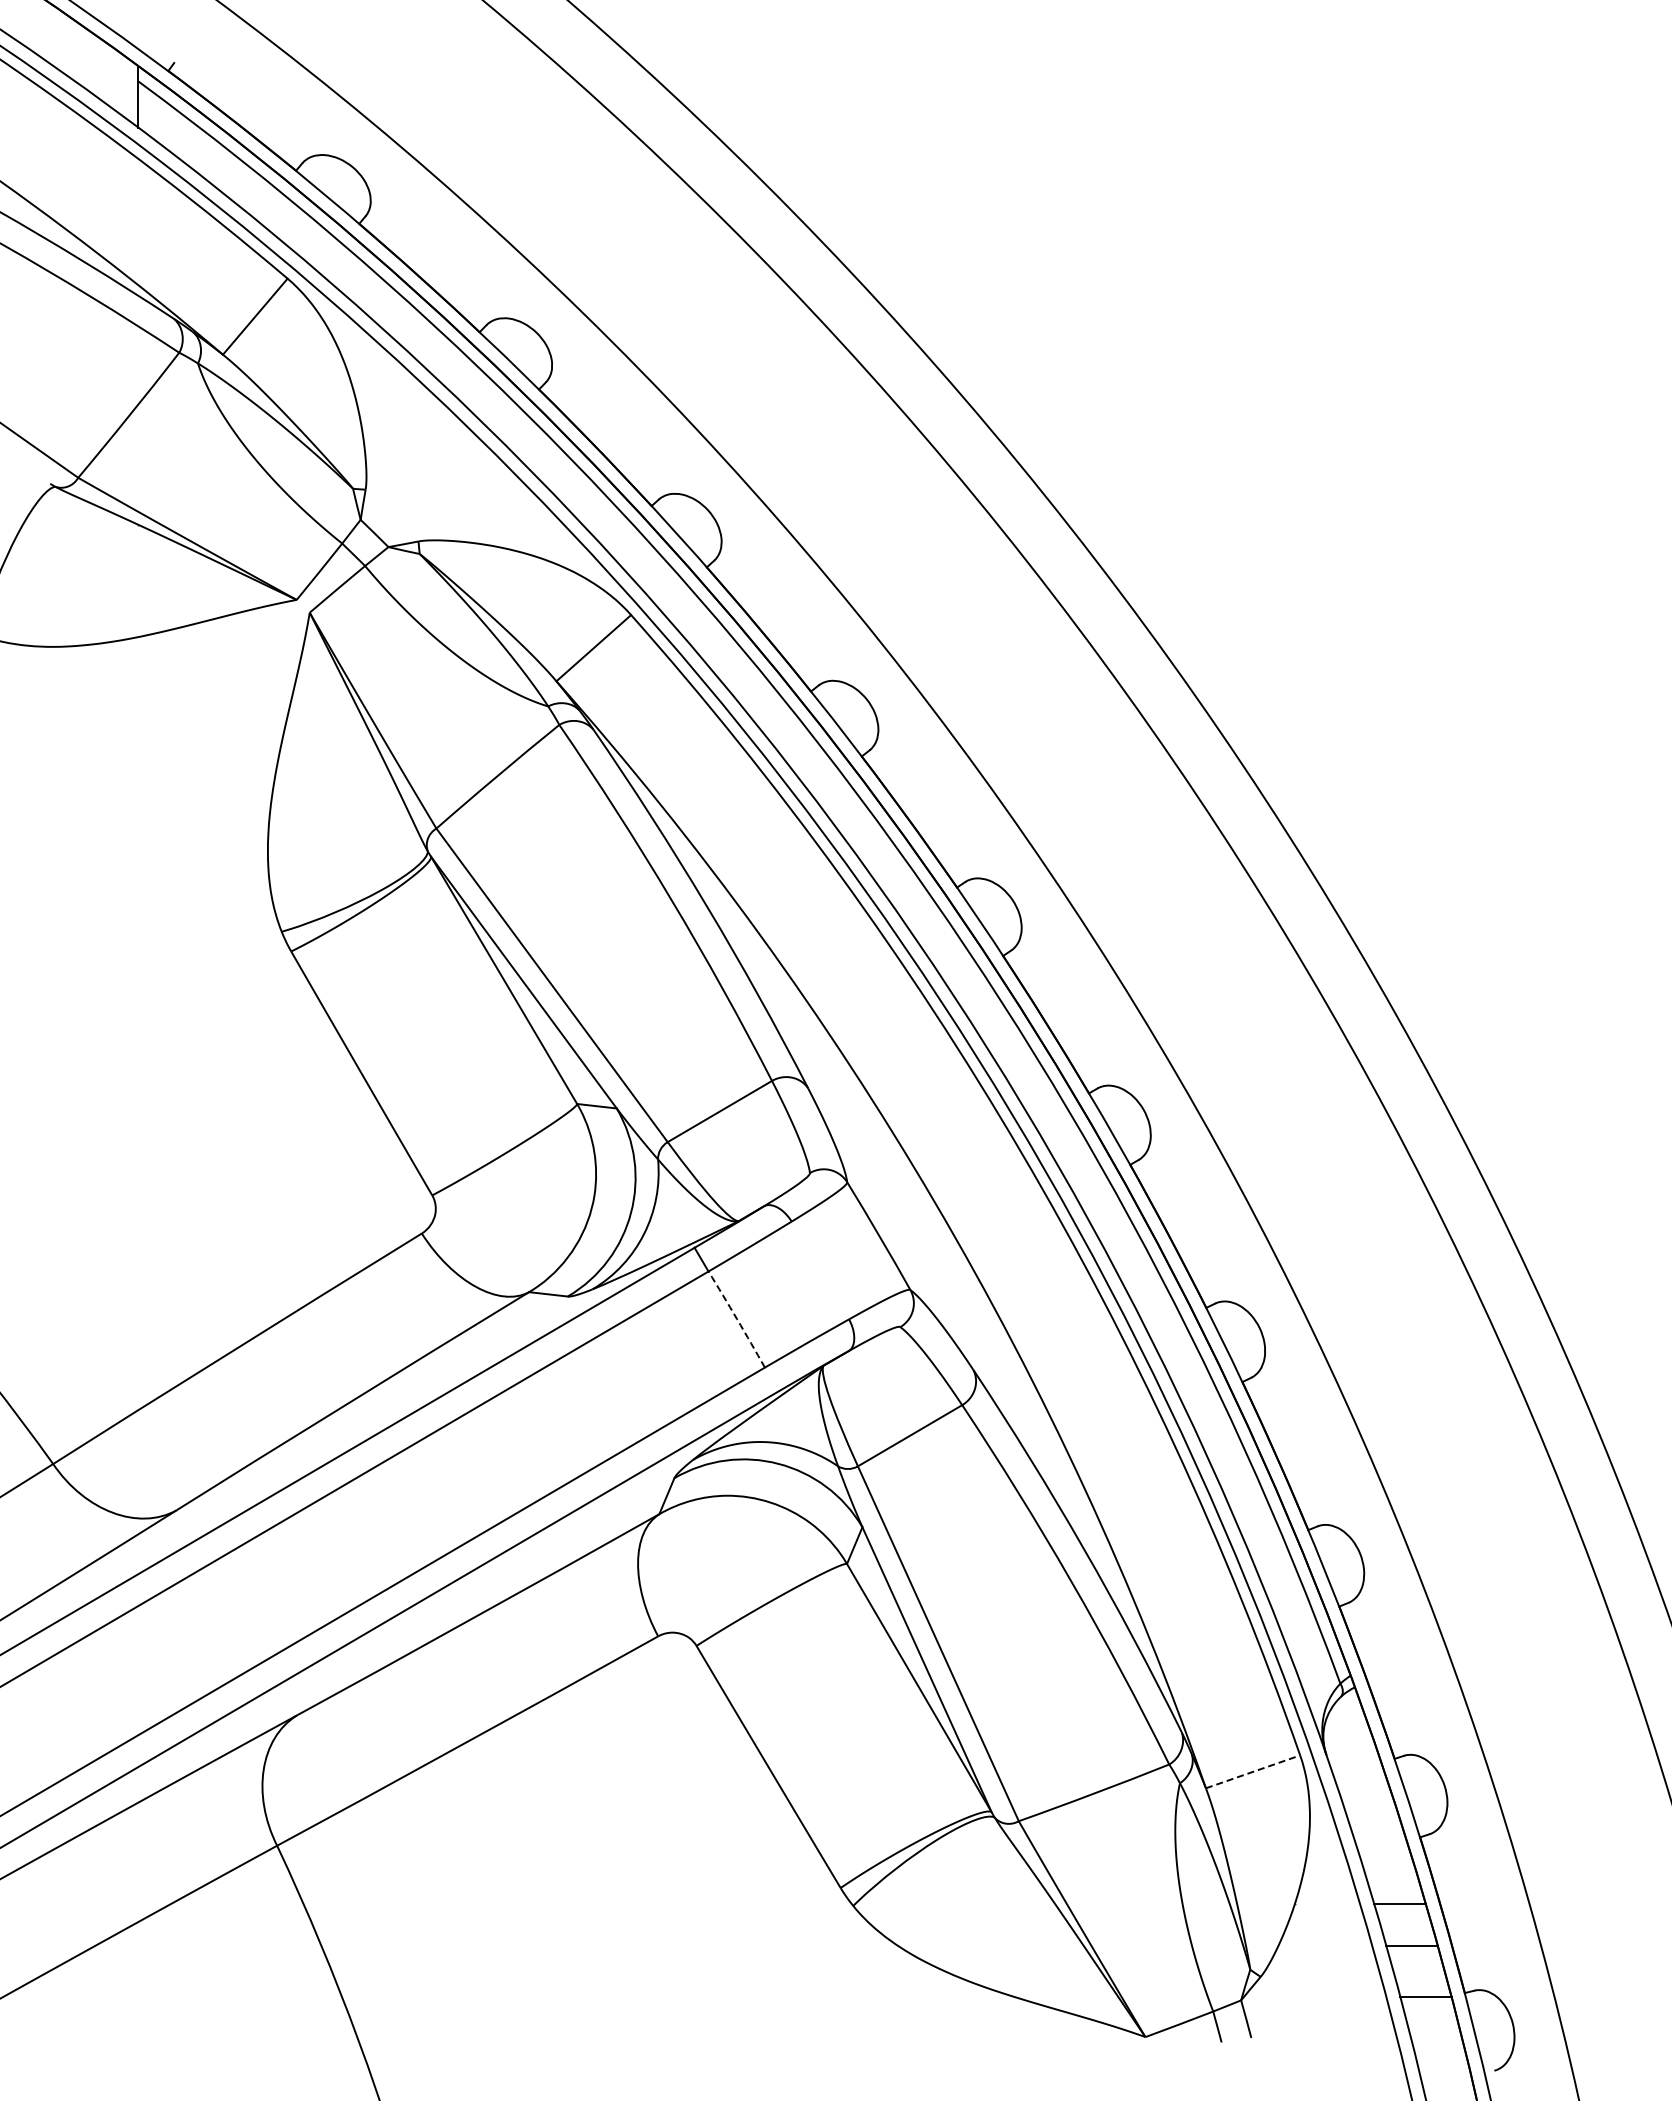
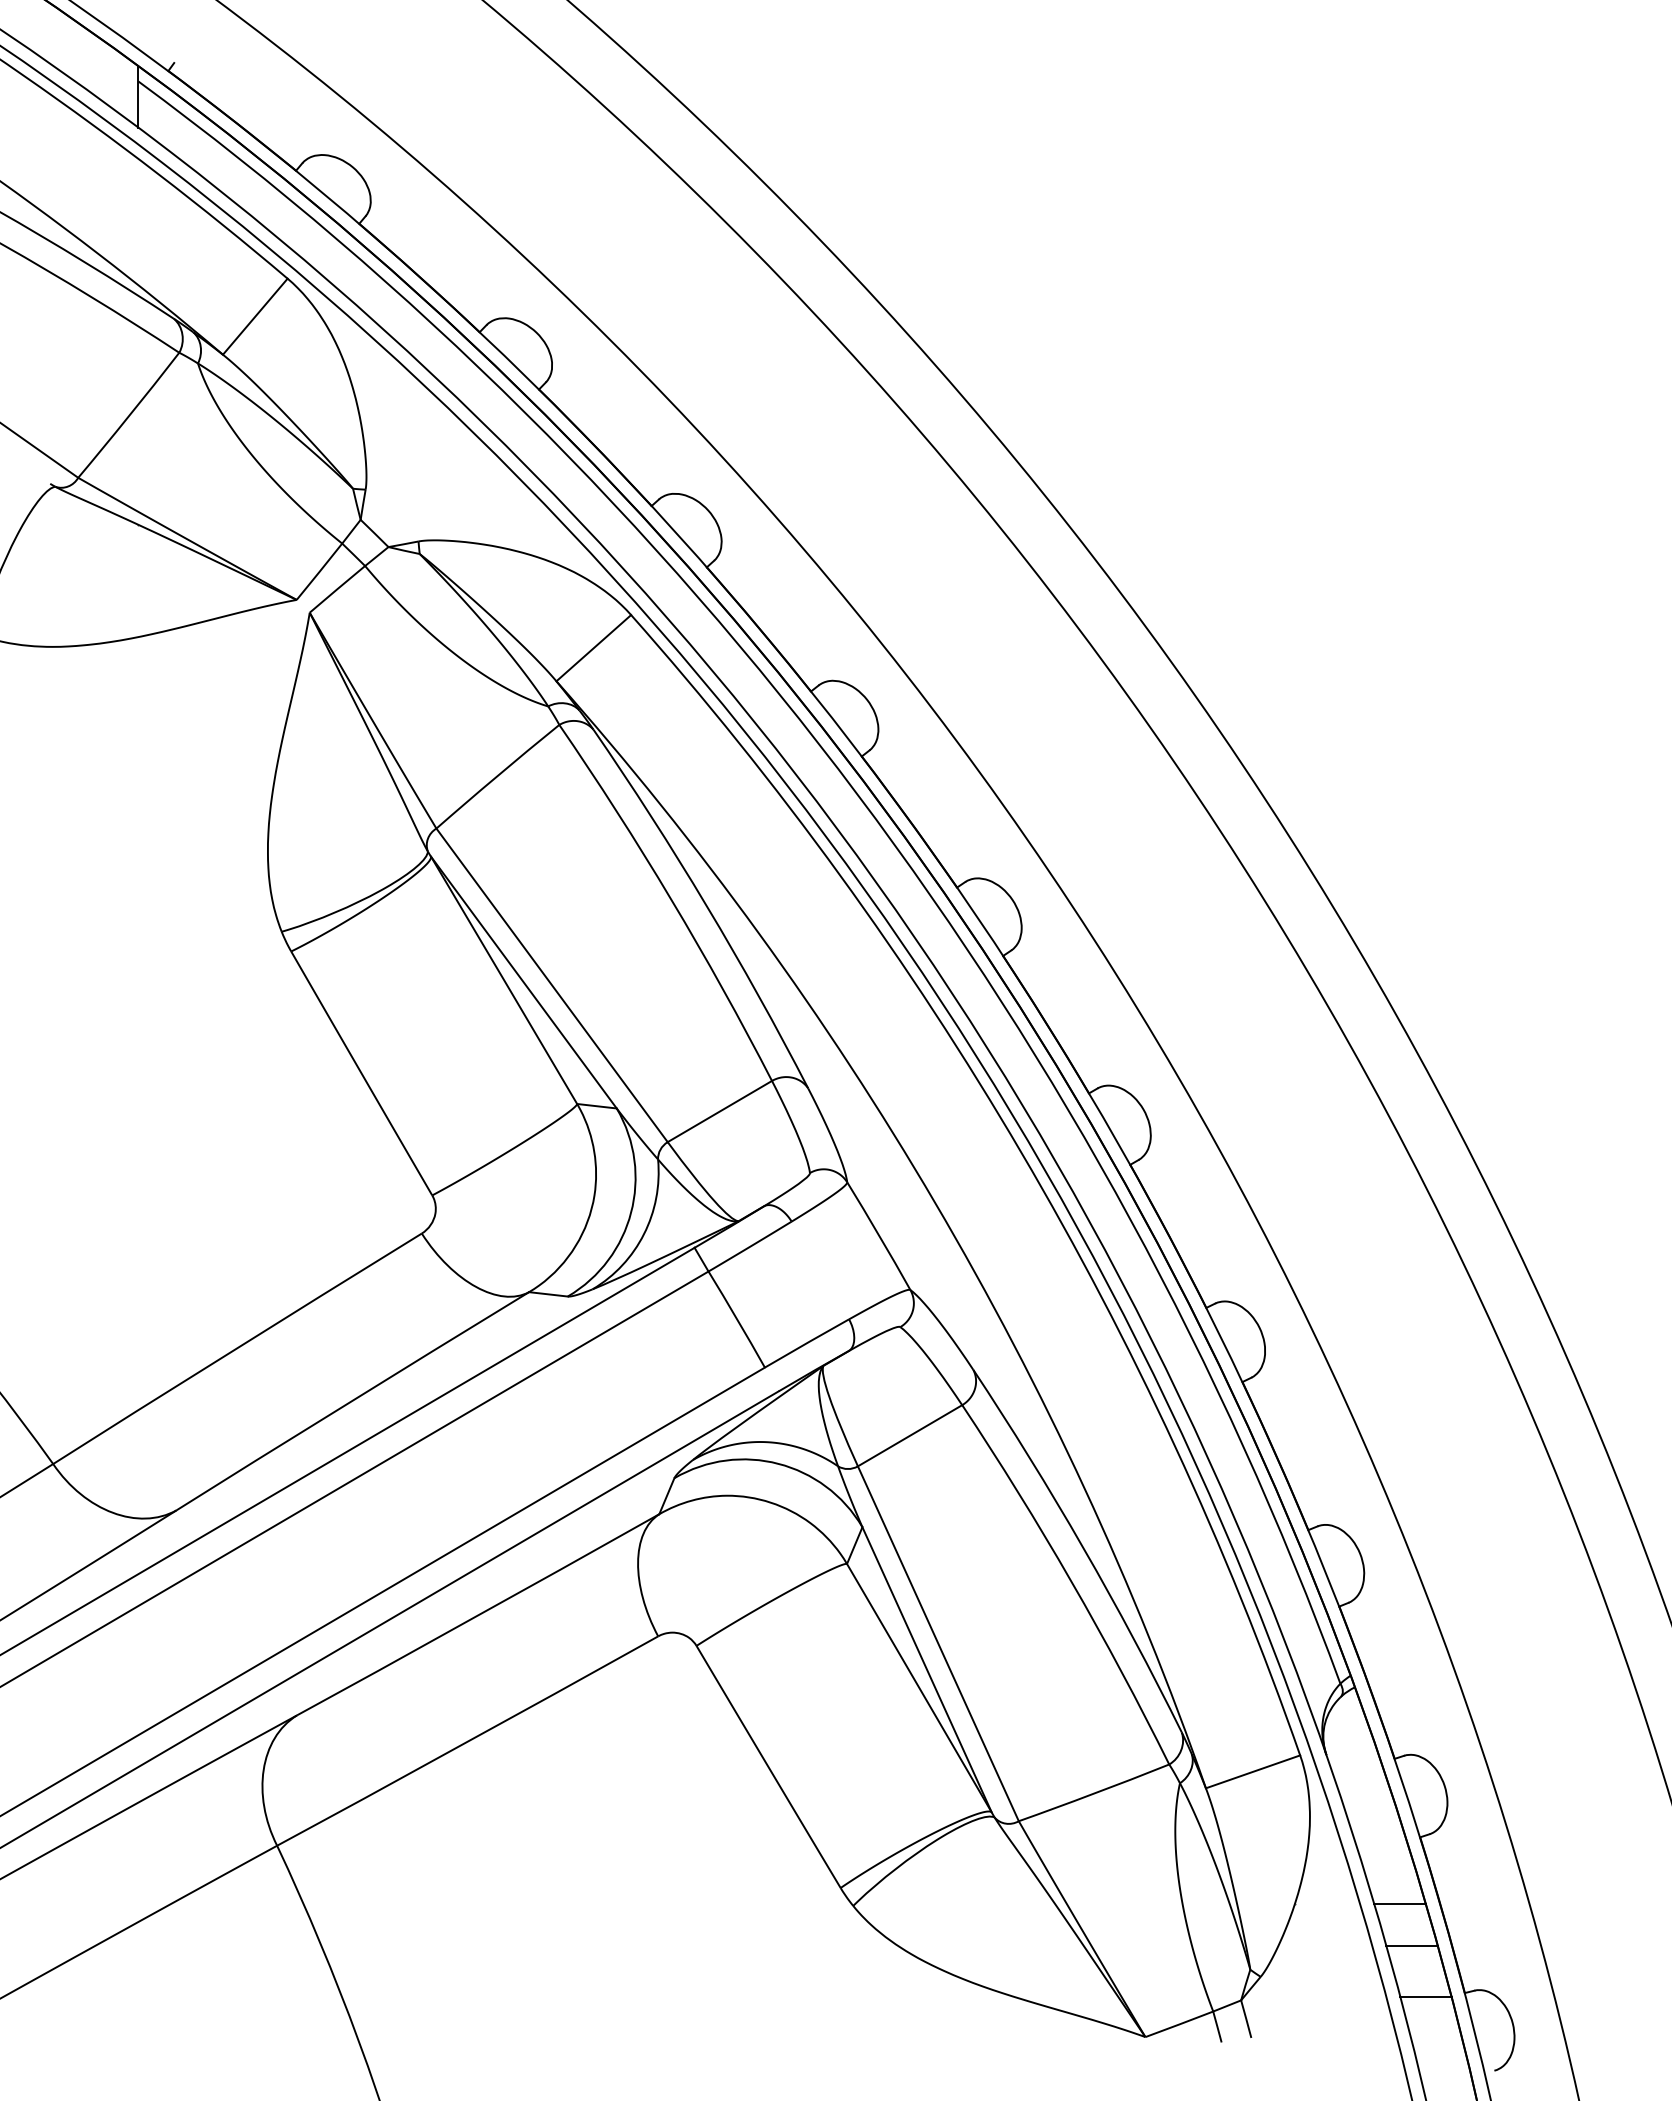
arc at (737, 1319): dashed -> solid
line at (1253, 1771): dashed -> solid
